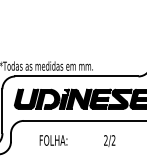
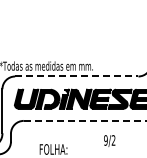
line at (76, 76): solid -> dashed
line at (85, 120): solid -> dashed
text at (53, 140) position: (53, 140) -> (53, 149)
text at (105, 140): 2/2 -> 9/2
